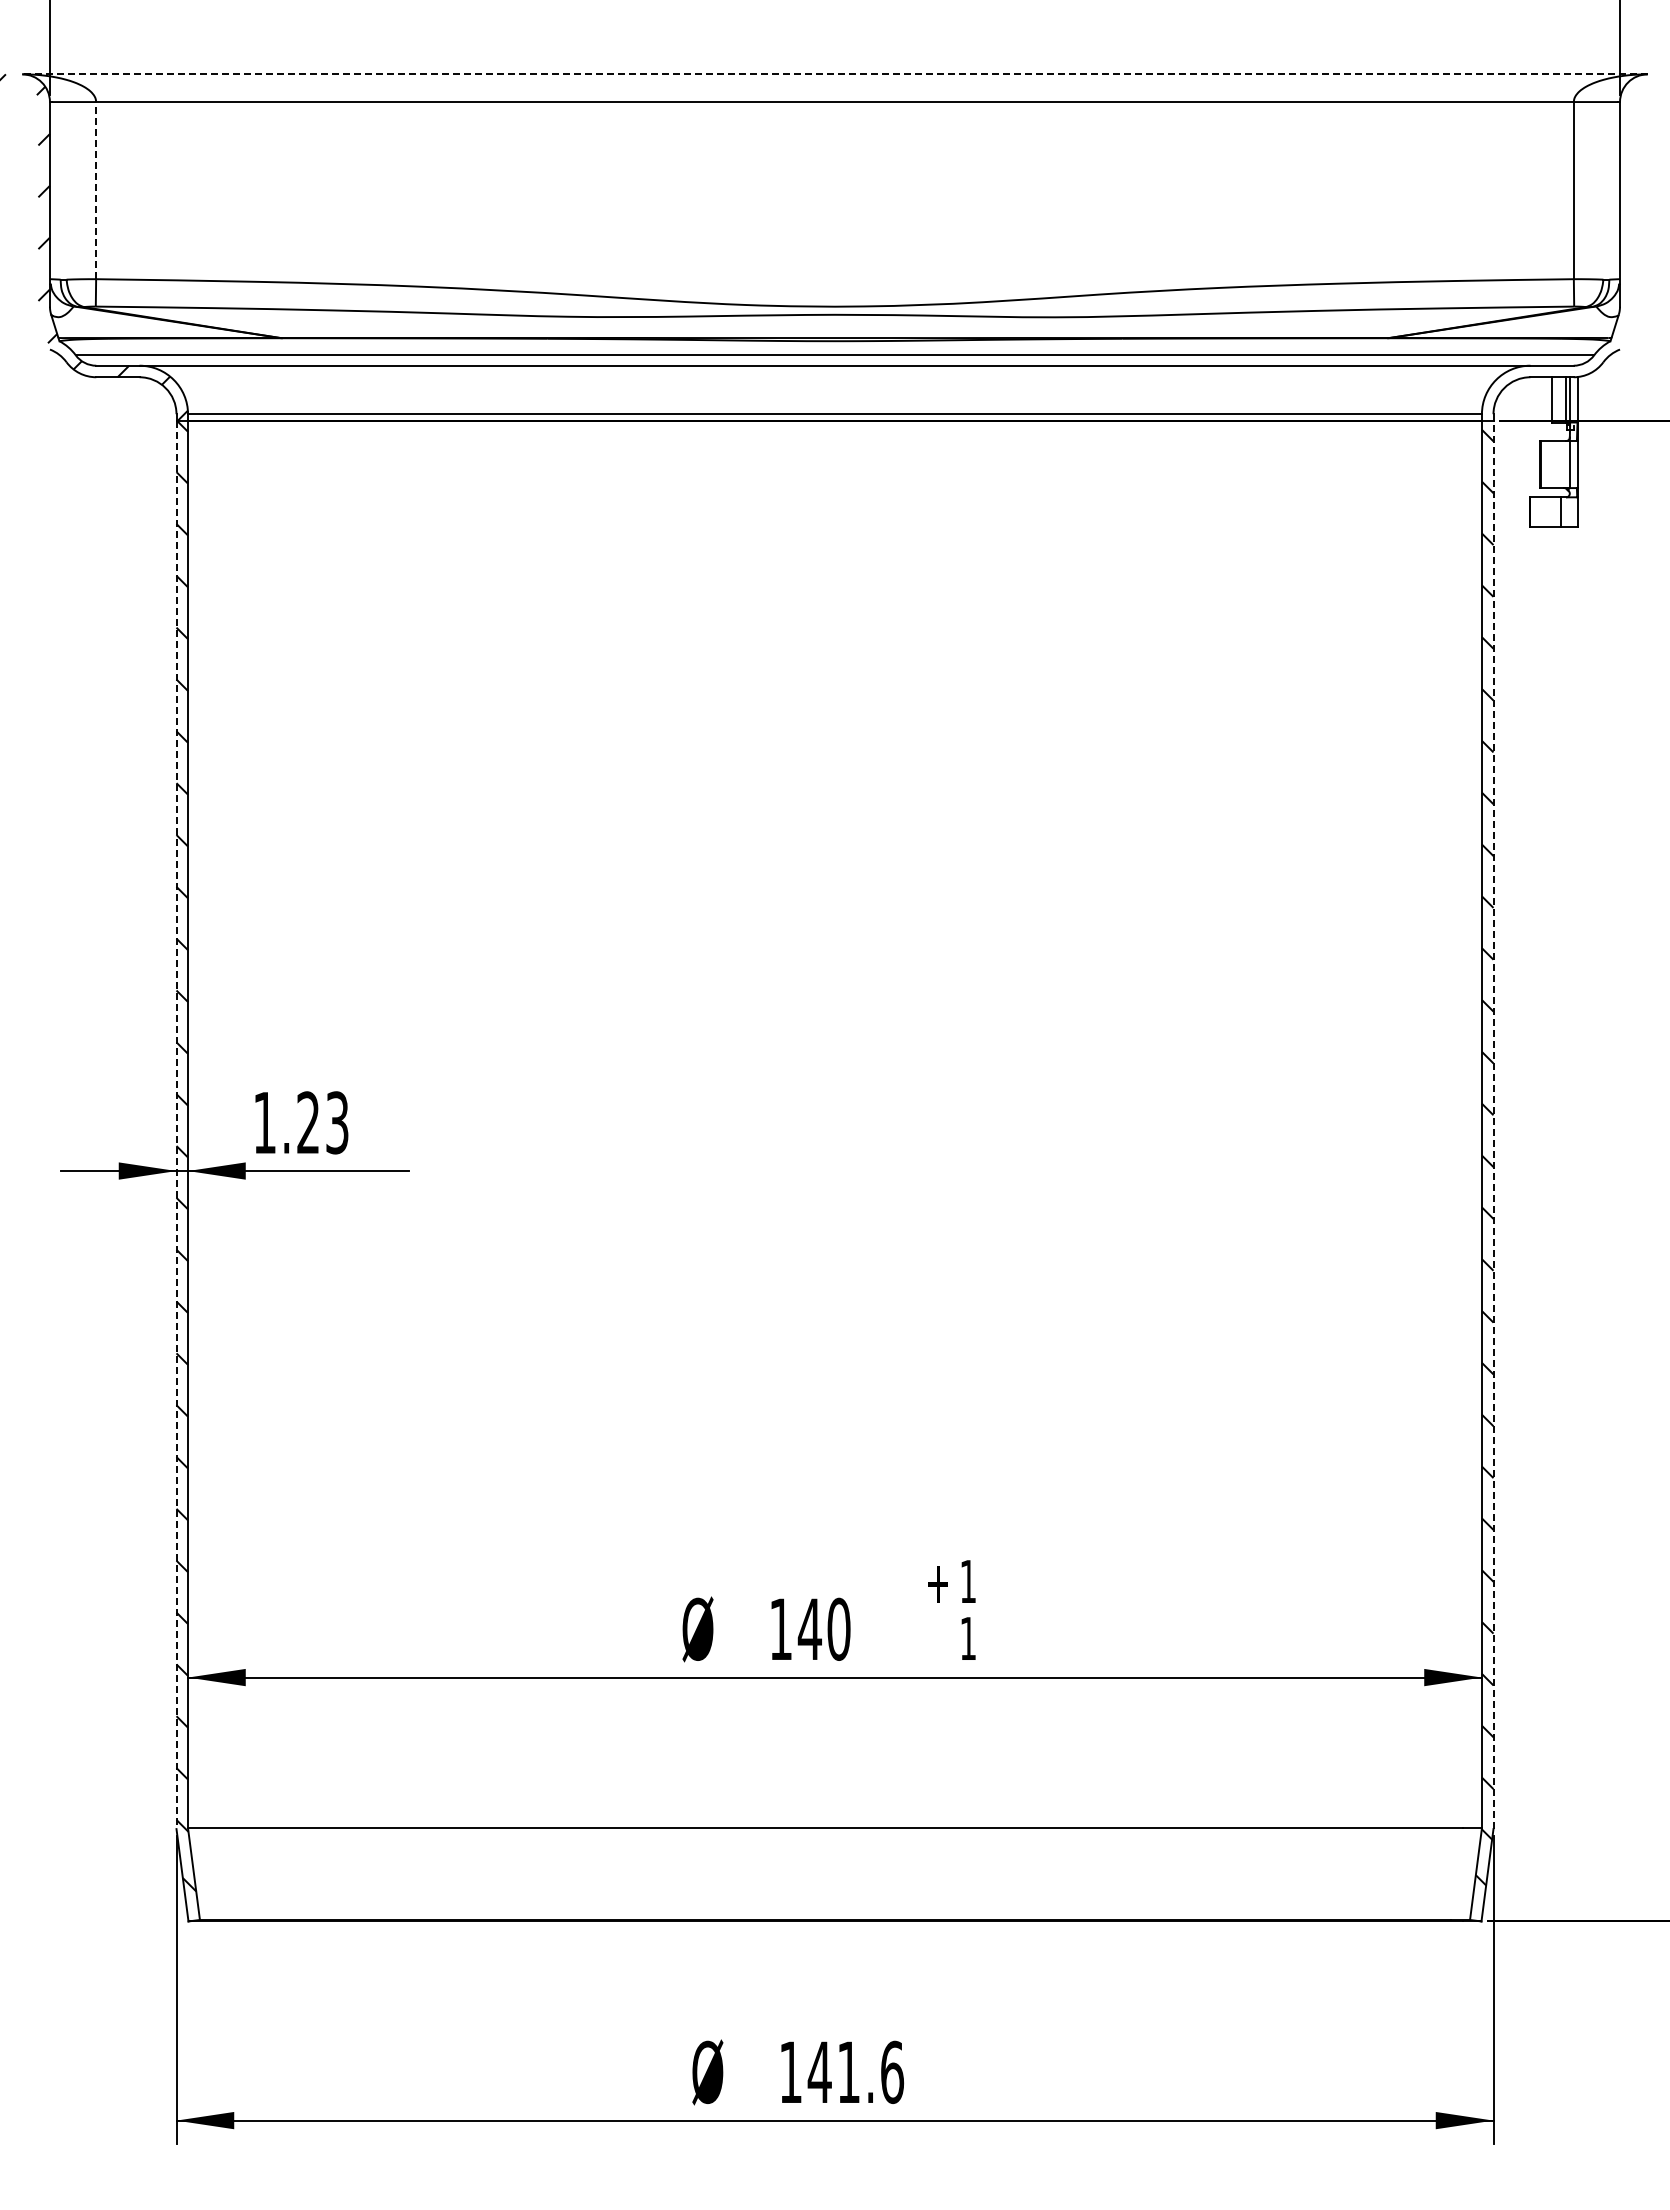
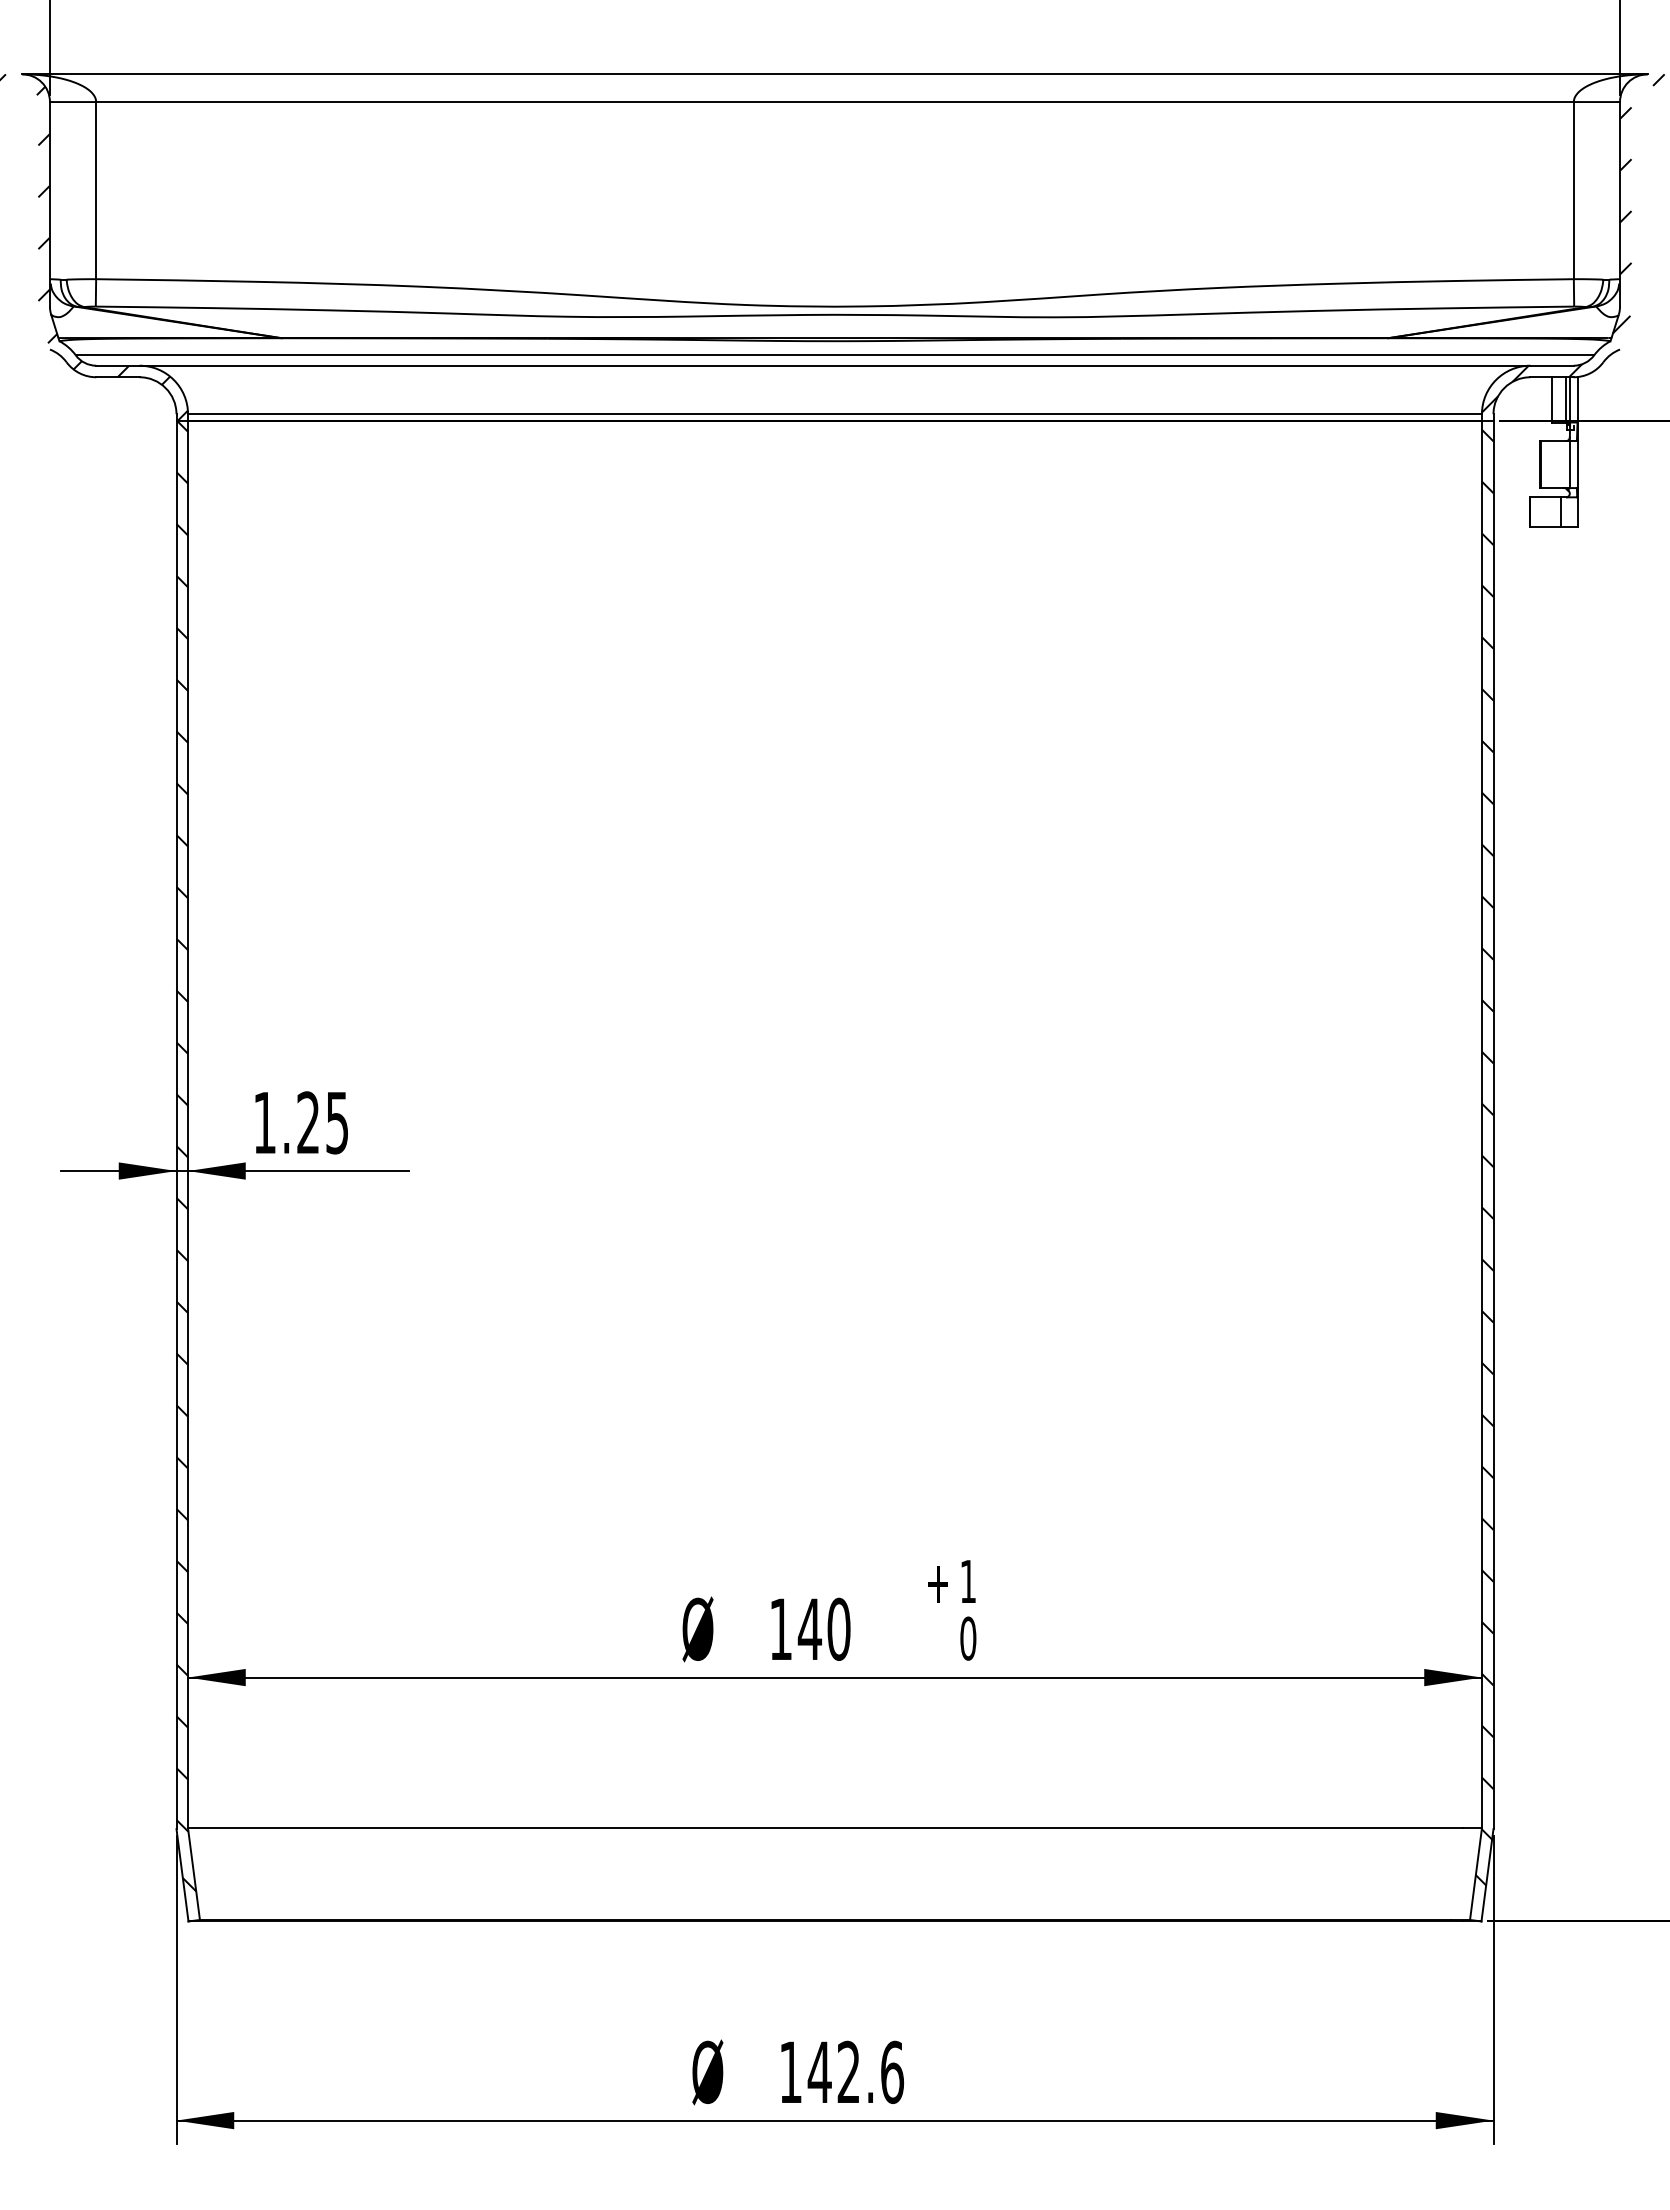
line at (834, 74): dashed -> solid
line at (96, 190): dashed -> solid
hatch at (1572, 243): none -> present
text at (337, 1122): 1.23 -> 1.25
line at (1493, 1124): dashed -> solid
line at (176, 1125): dashed -> solid
text at (968, 1638): 1 -> 0
text at (848, 2071): 141.6 -> 142.6
